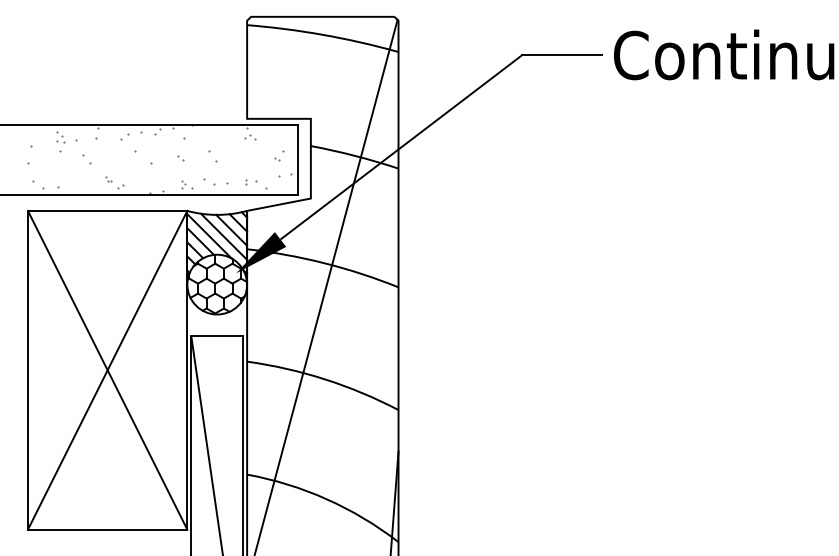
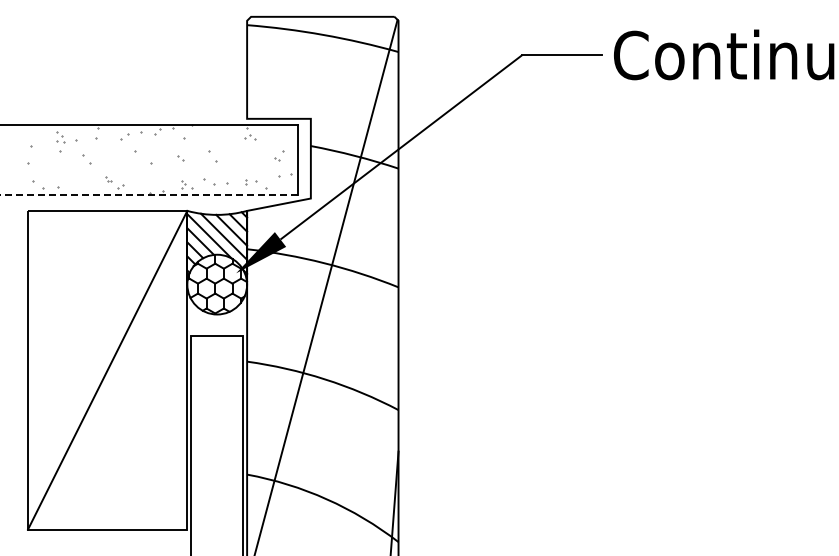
line at (149, 195): solid -> dashed
line at (107, 369): present -> none
line at (206, 444): present -> none
